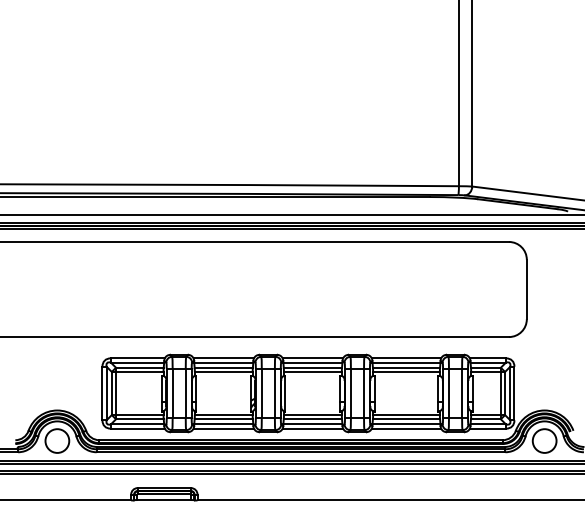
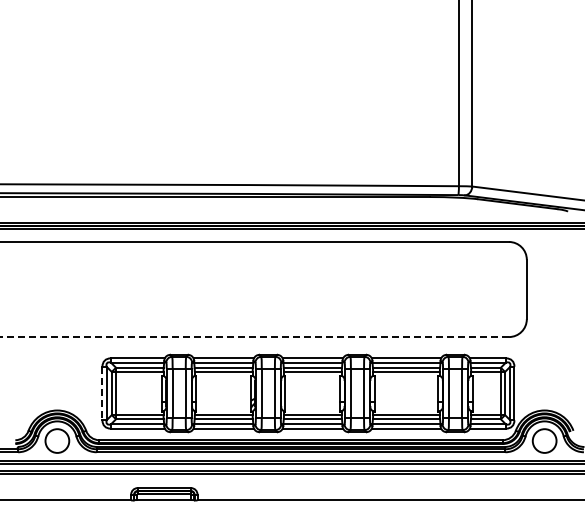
line at (291, 215): present -> none
line at (254, 337): solid -> dashed
line at (102, 393): solid -> dashed
